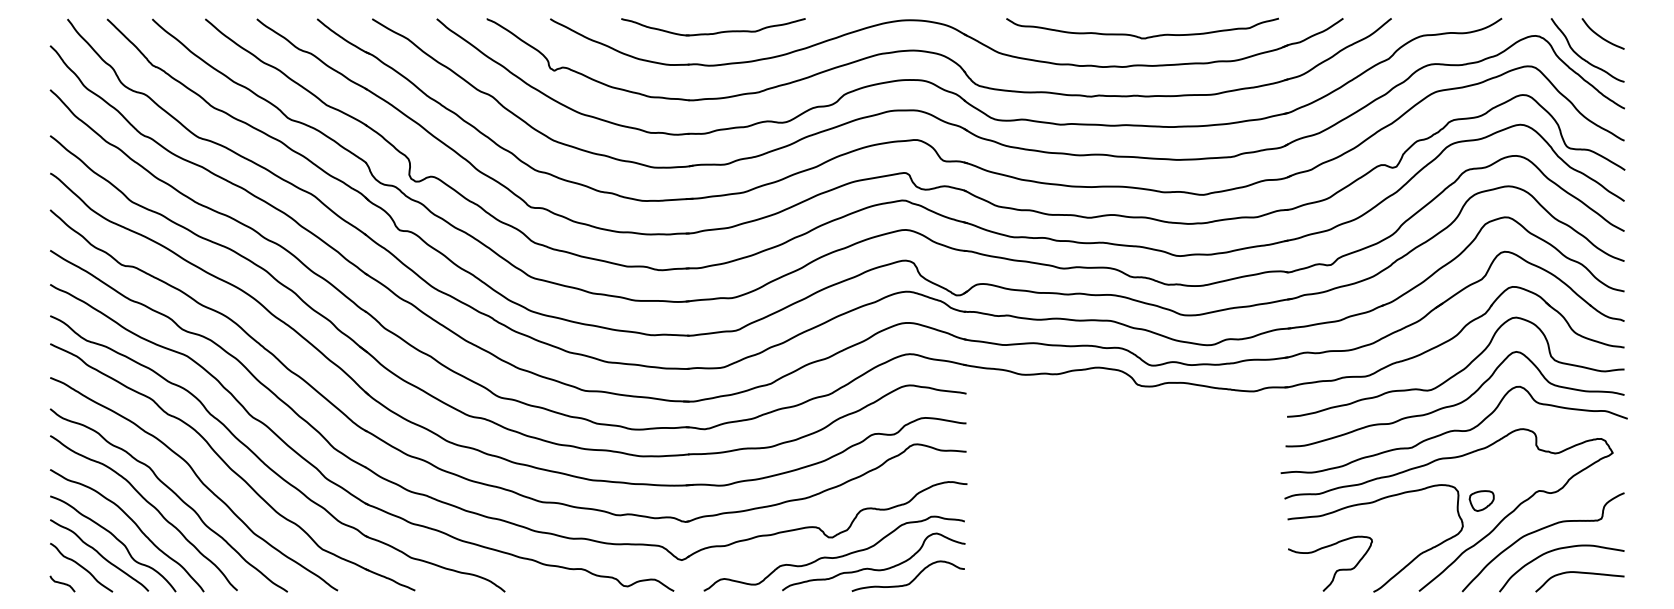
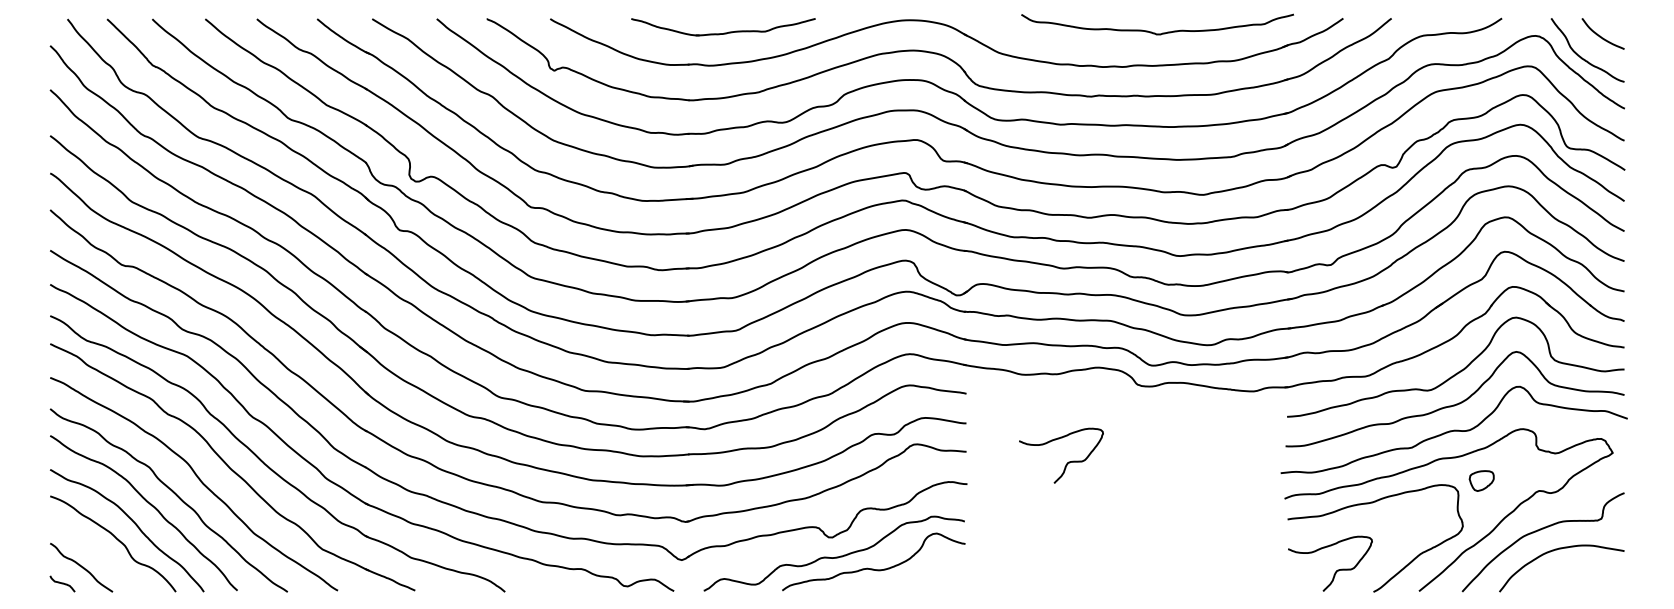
part at (713, 27) position: (713, 27) -> (723, 27)
curve at (1140, 36) position: (1140, 36) -> (1155, 32)
curve at (1068, 461): none -> present
part at (1481, 500) position: (1481, 500) -> (1481, 480)
curve at (99, 555): present -> none
curve at (1579, 573): present -> none
curve at (912, 579): present -> none
